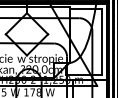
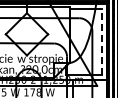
line at (101, 42): solid -> dashed
